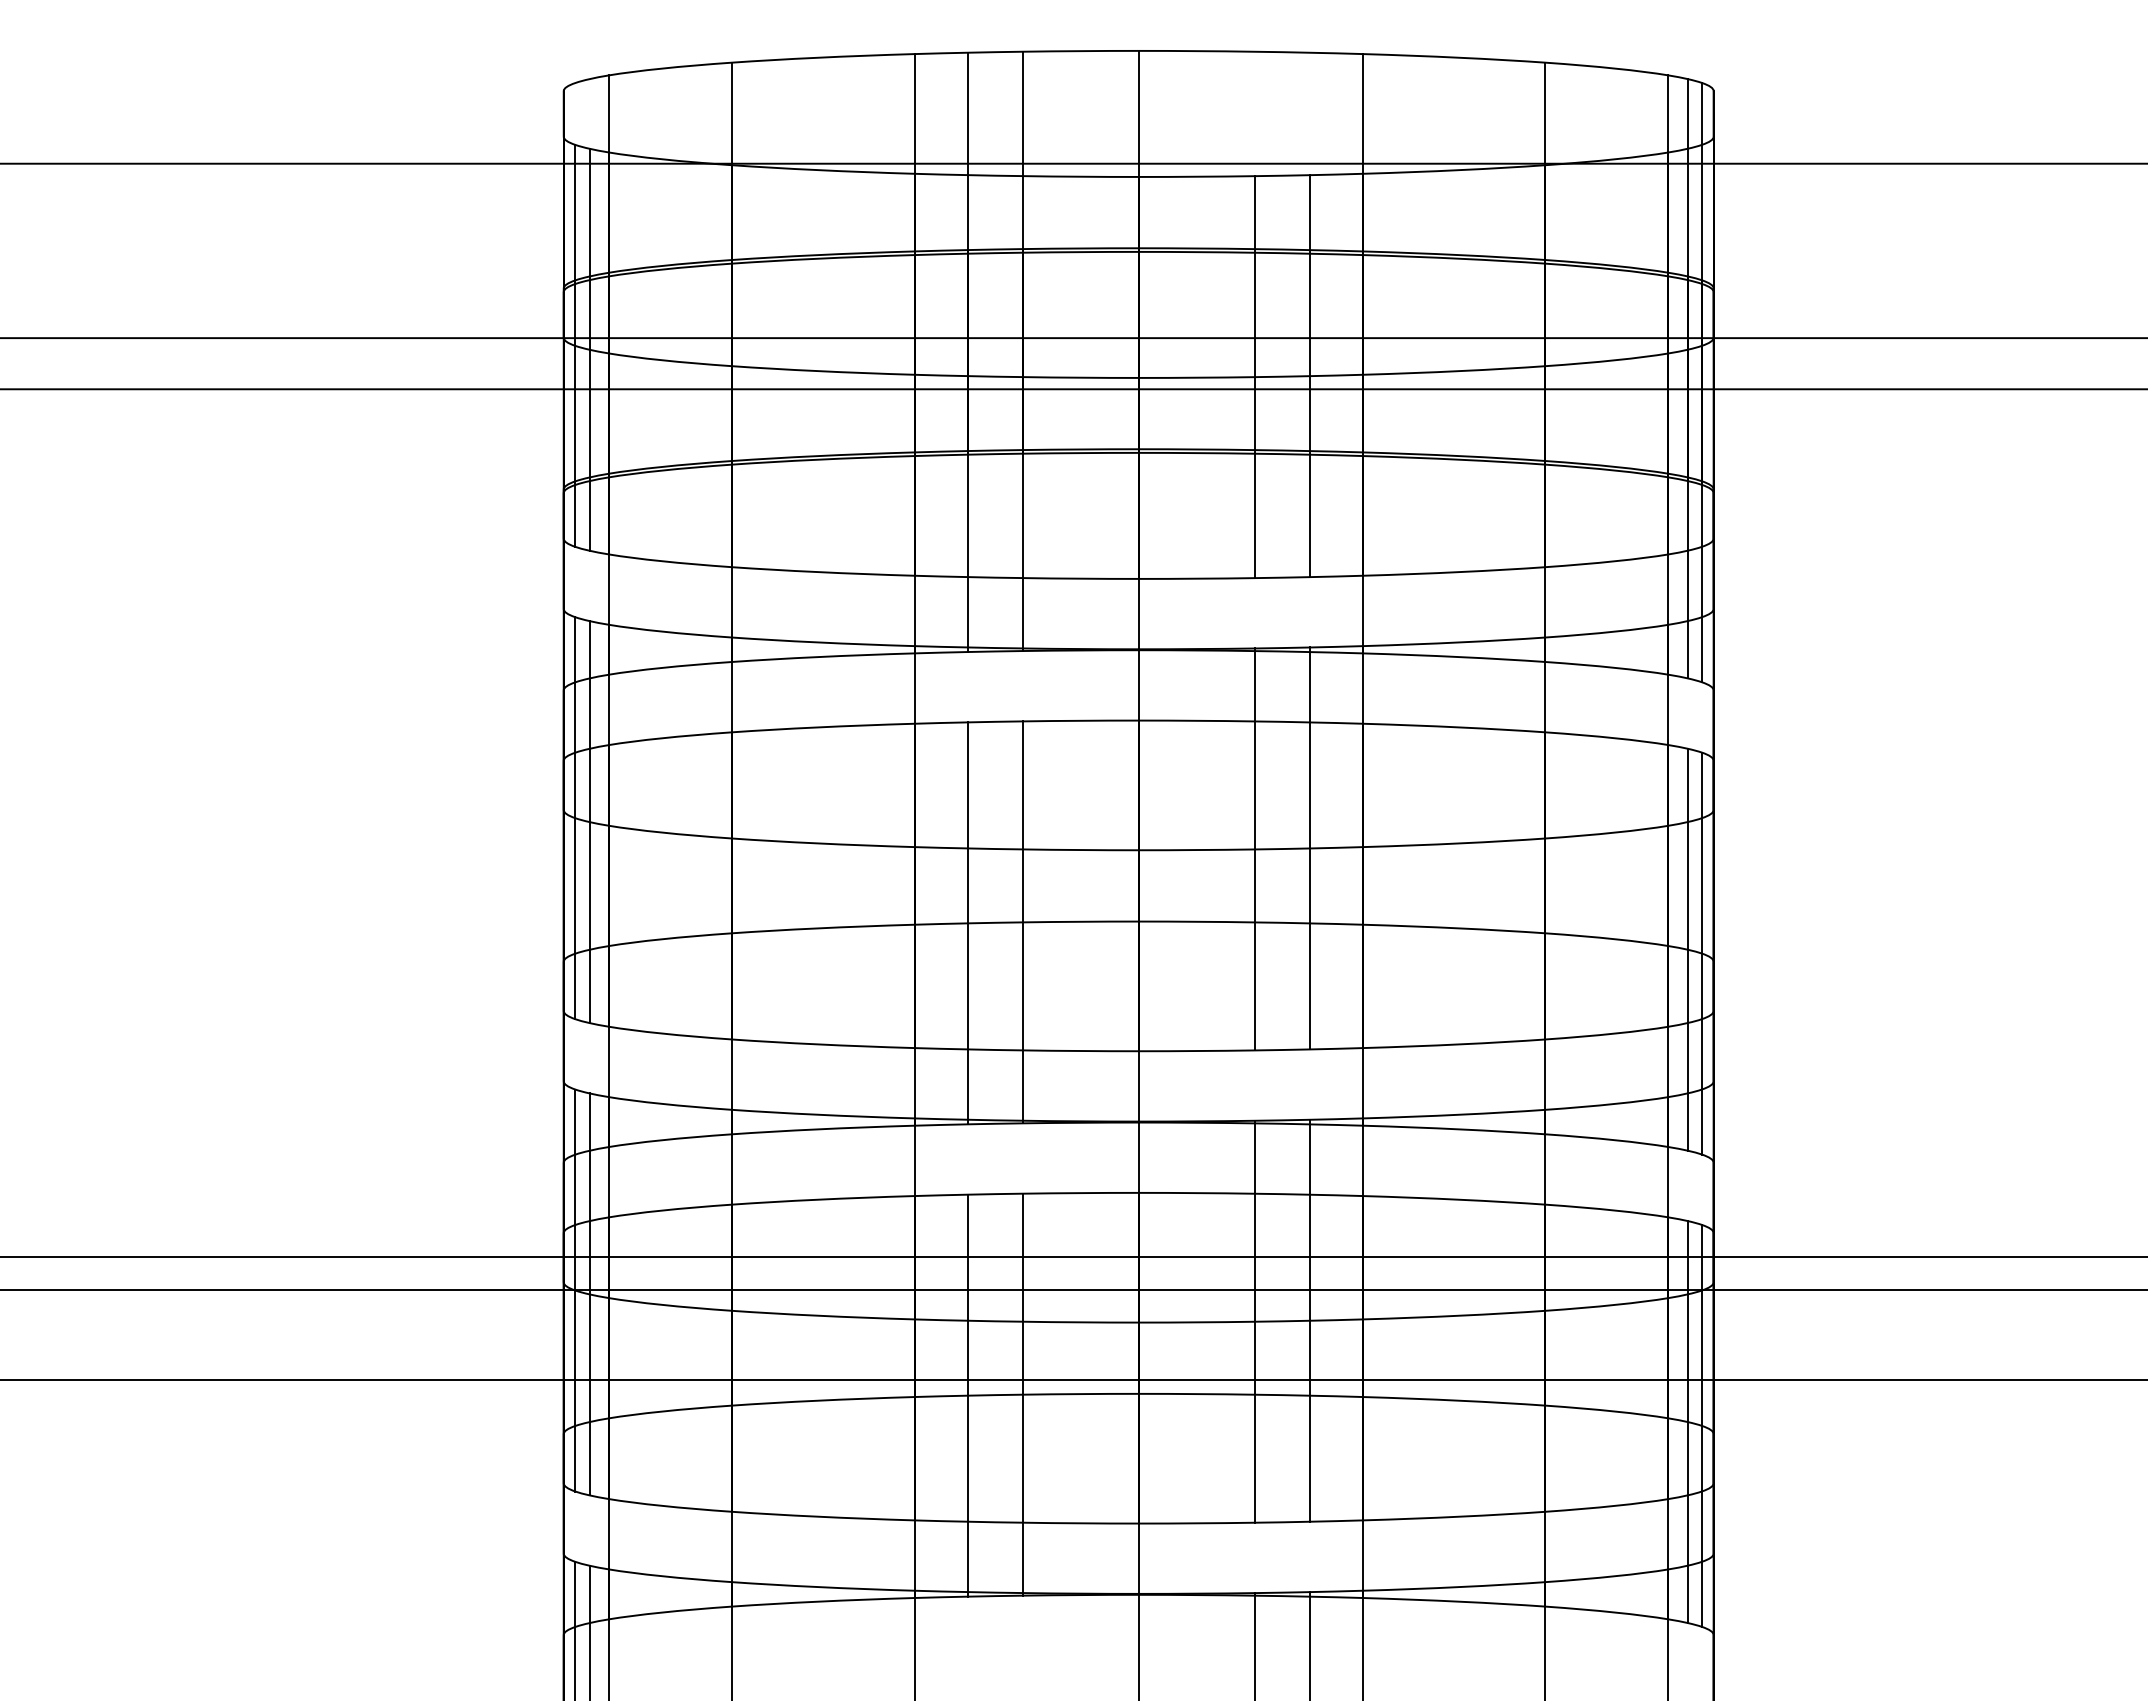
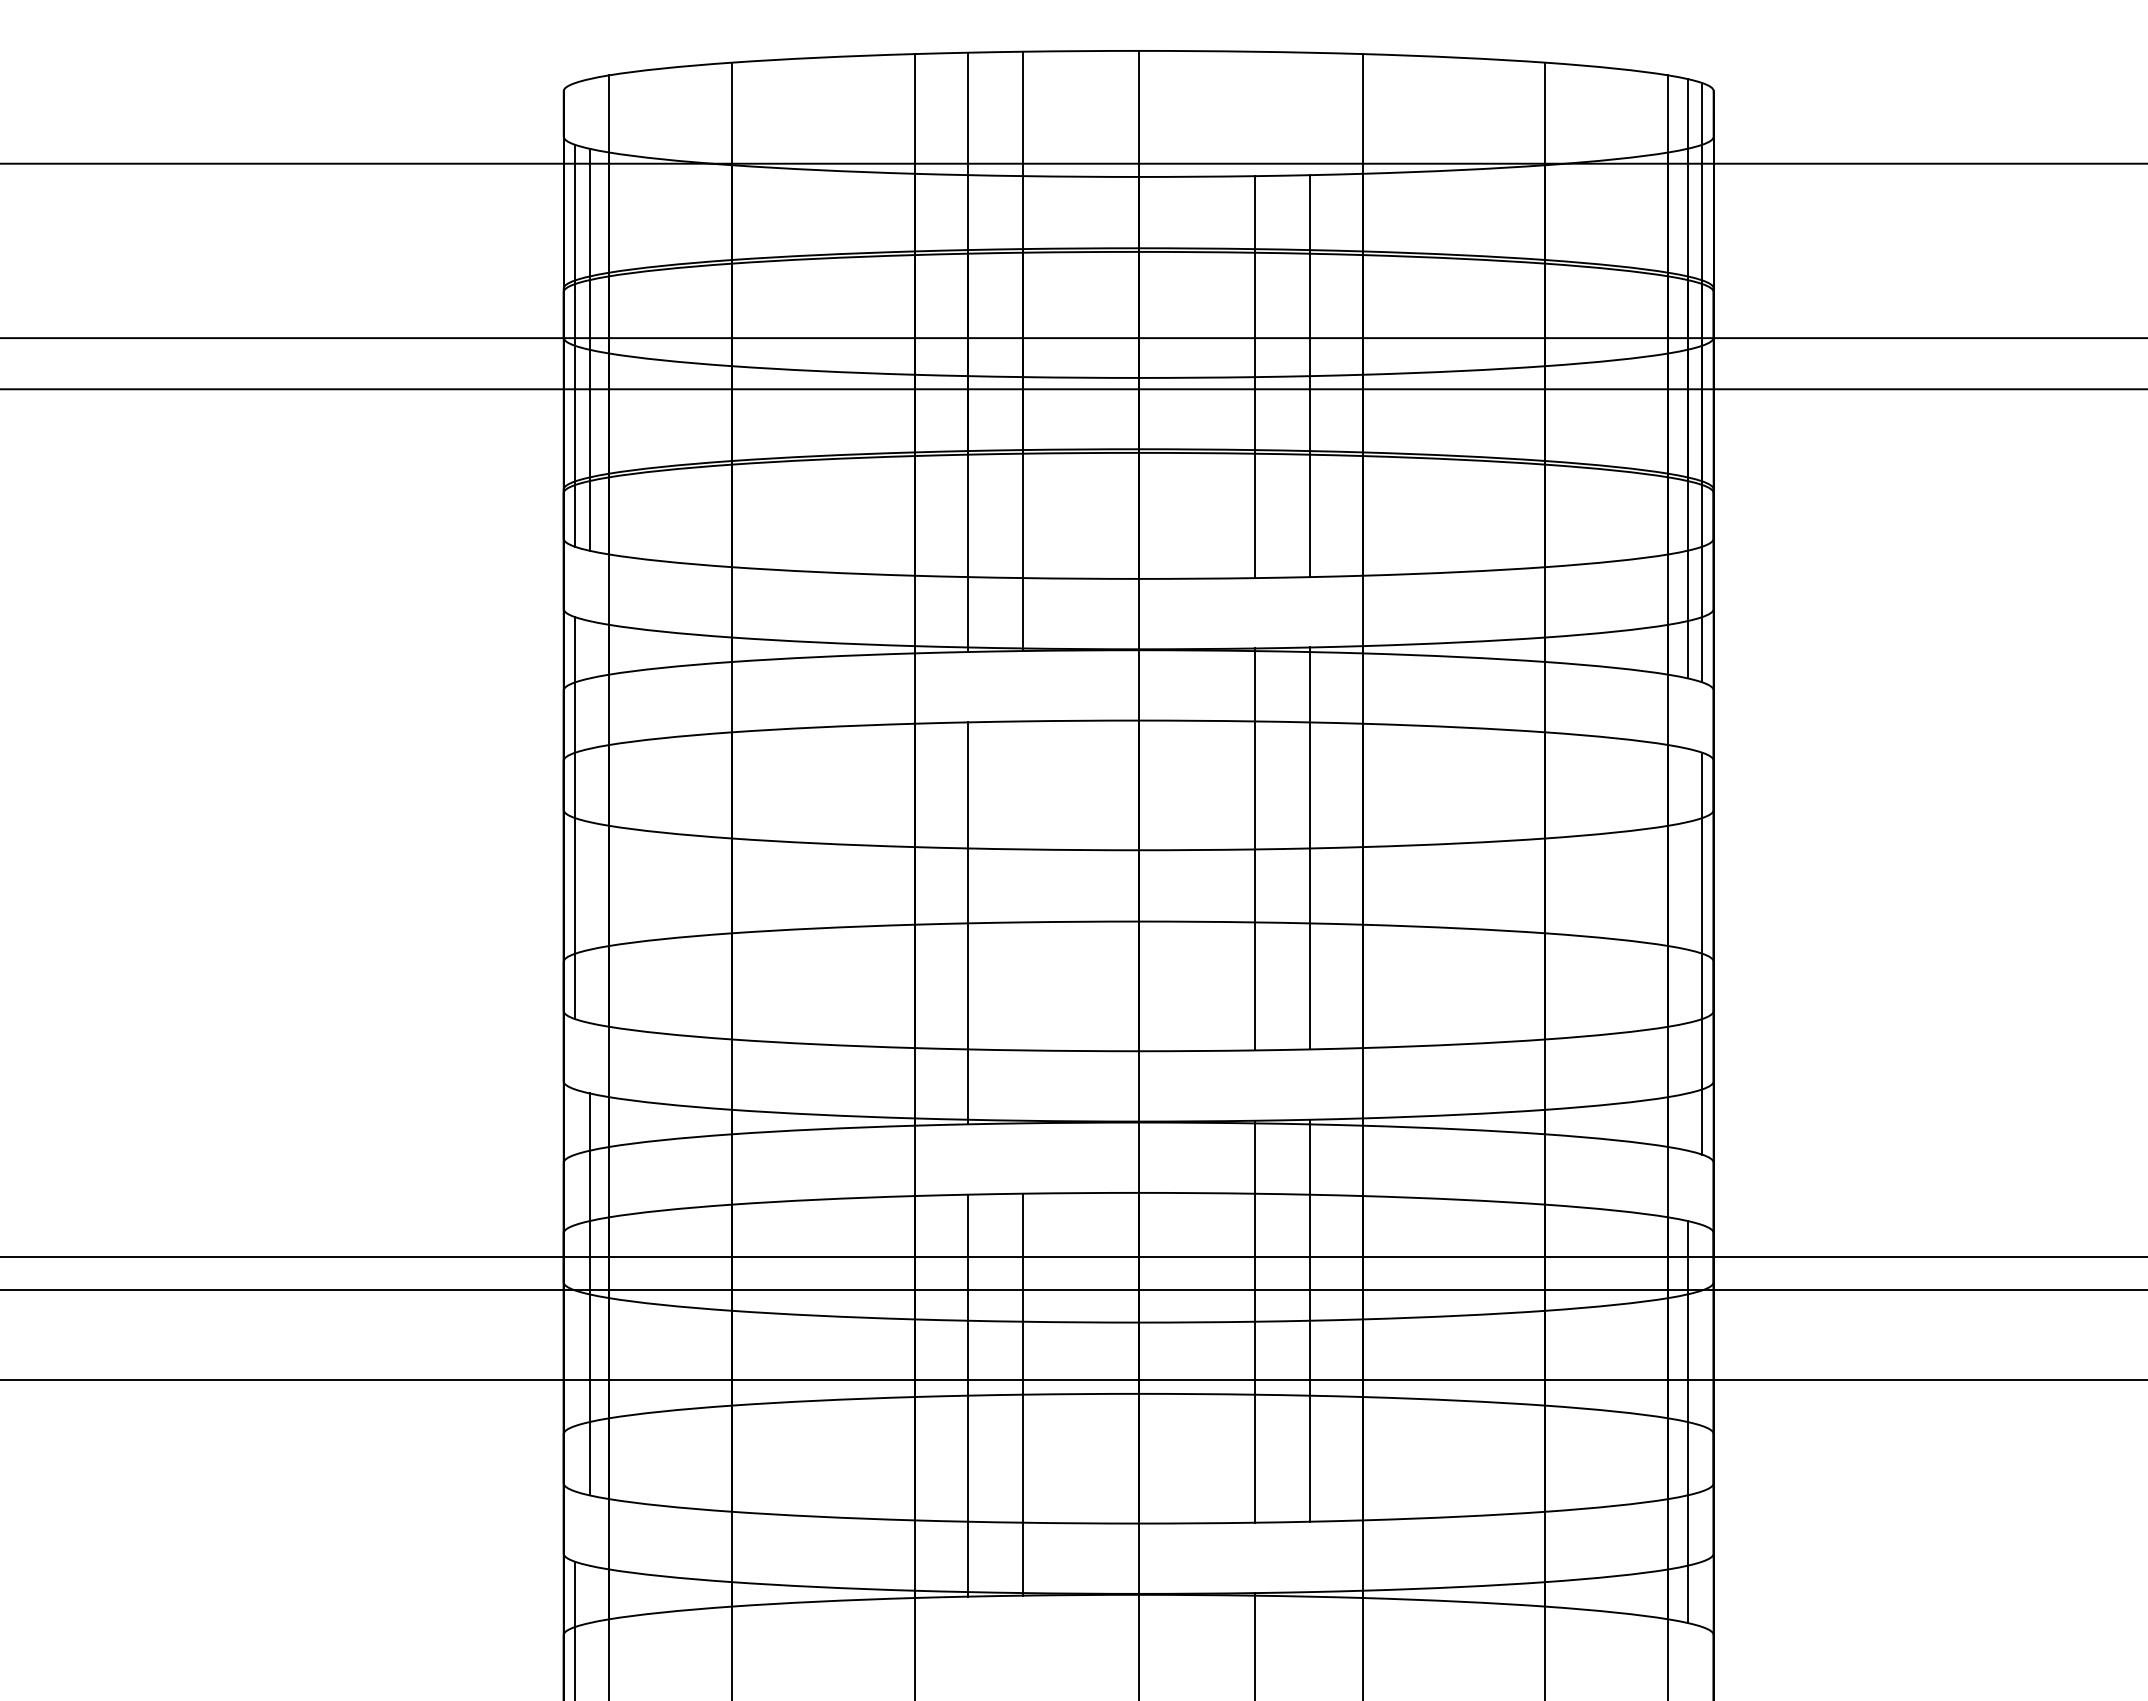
line at (589, 822): present -> none
line at (1022, 922): present -> none
line at (1687, 949): present -> none
line at (575, 1290): present -> none
line at (1701, 1425): present -> none
line at (589, 1631): present -> none
line at (1309, 1644): present -> none
